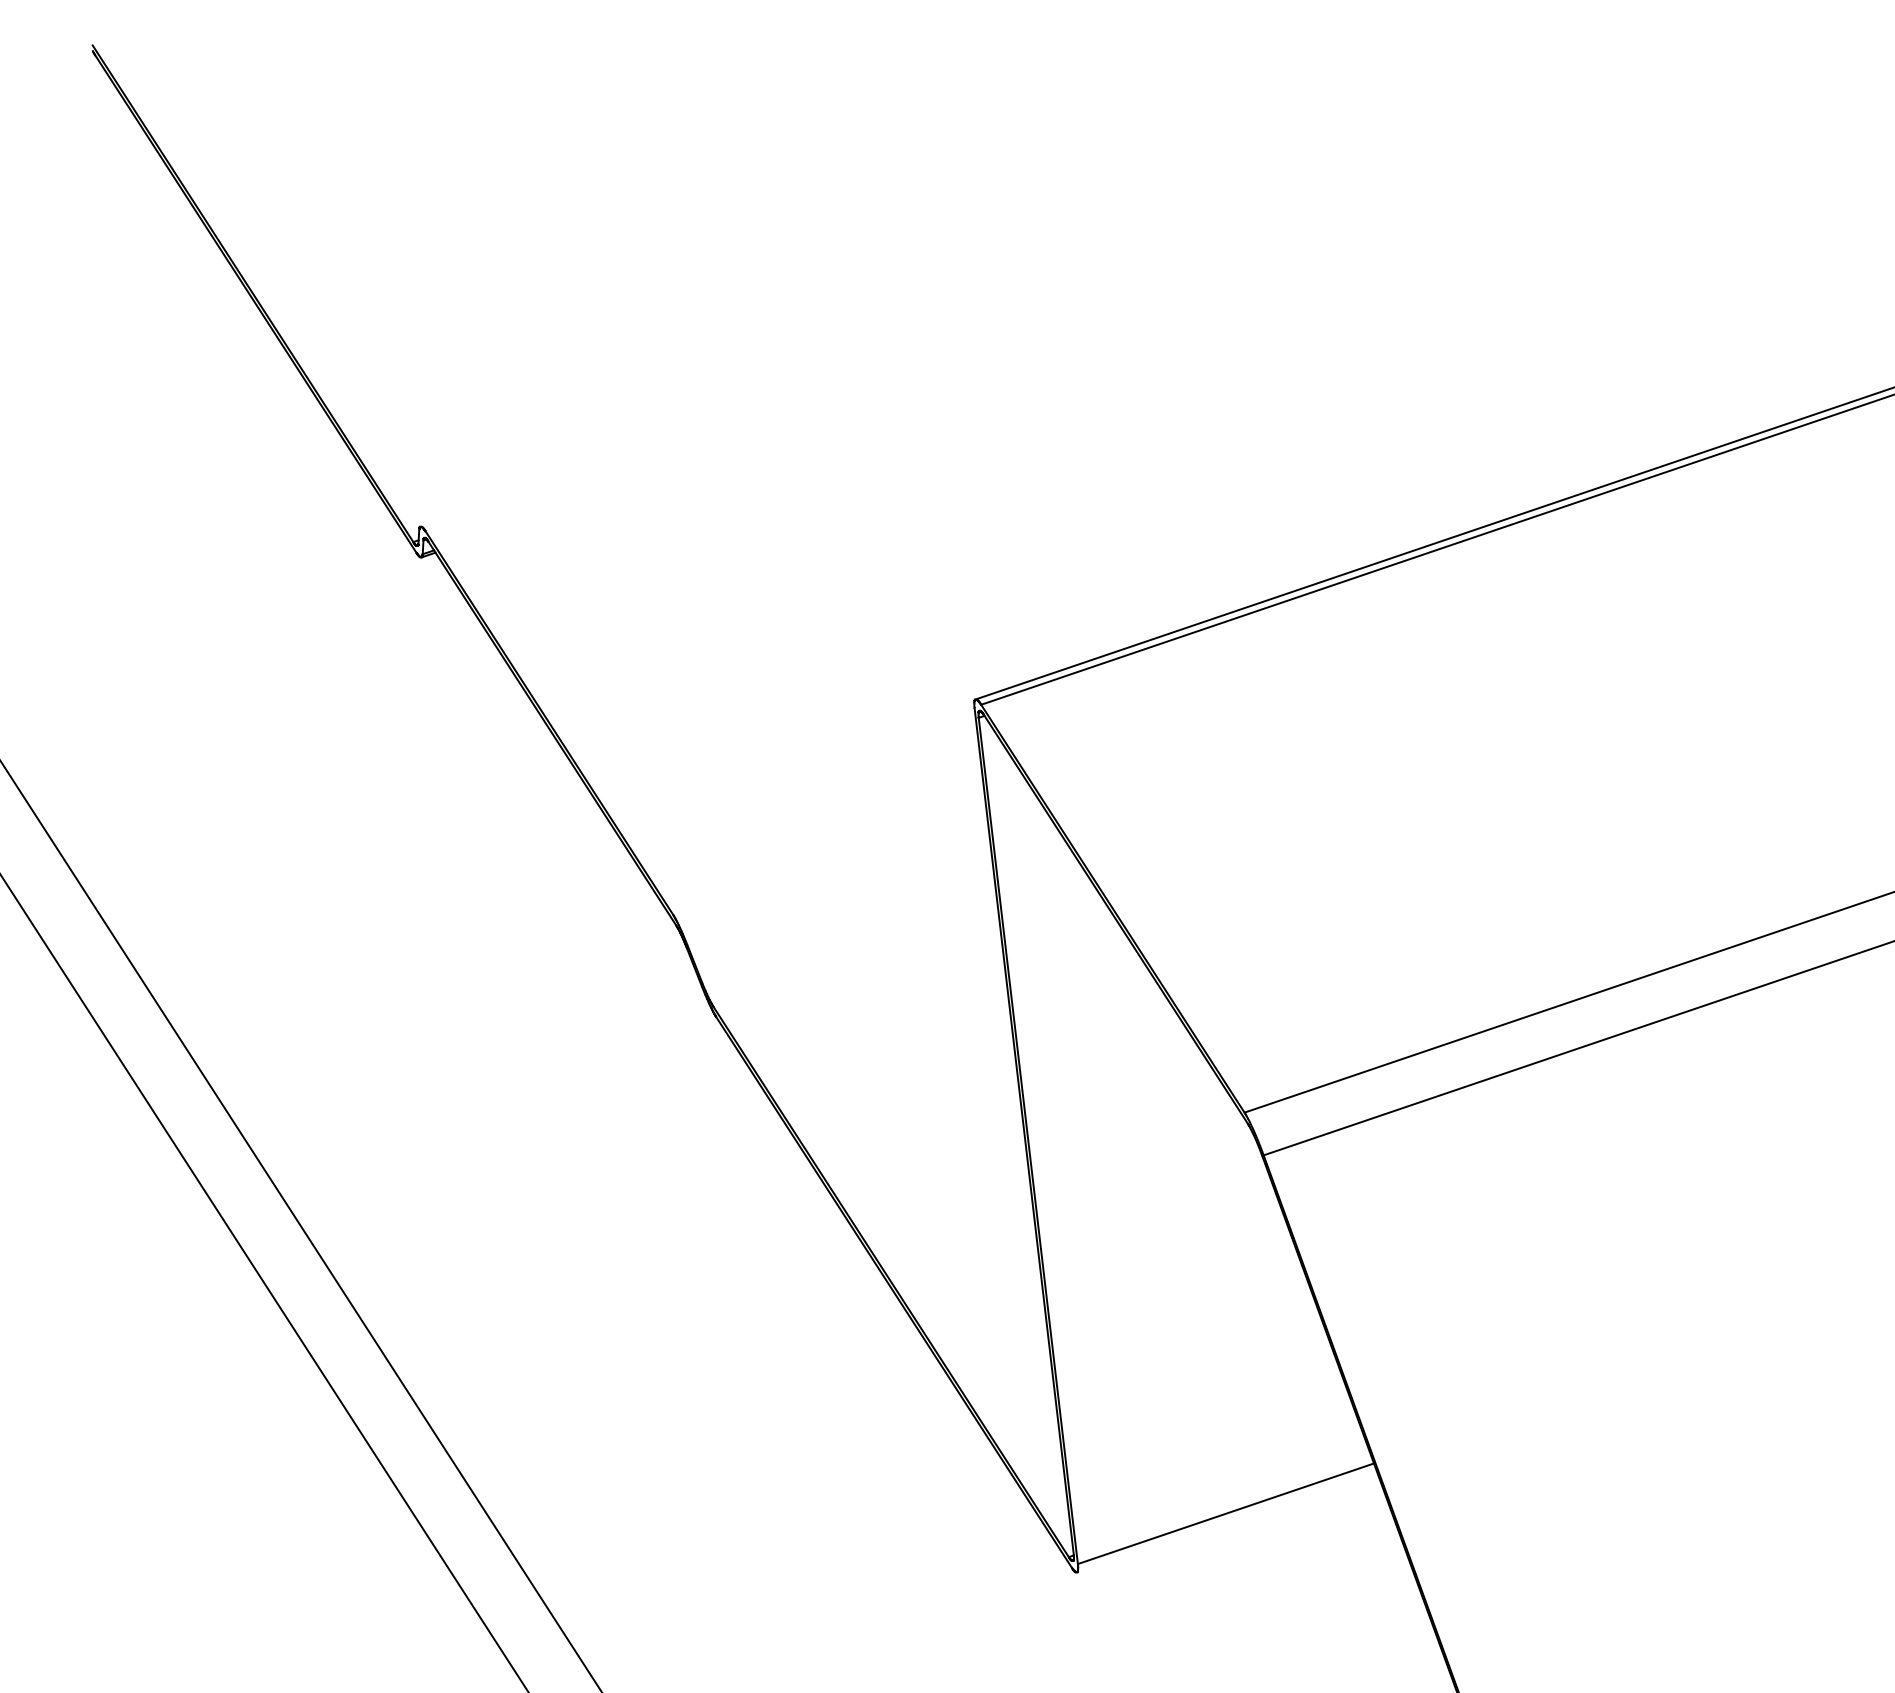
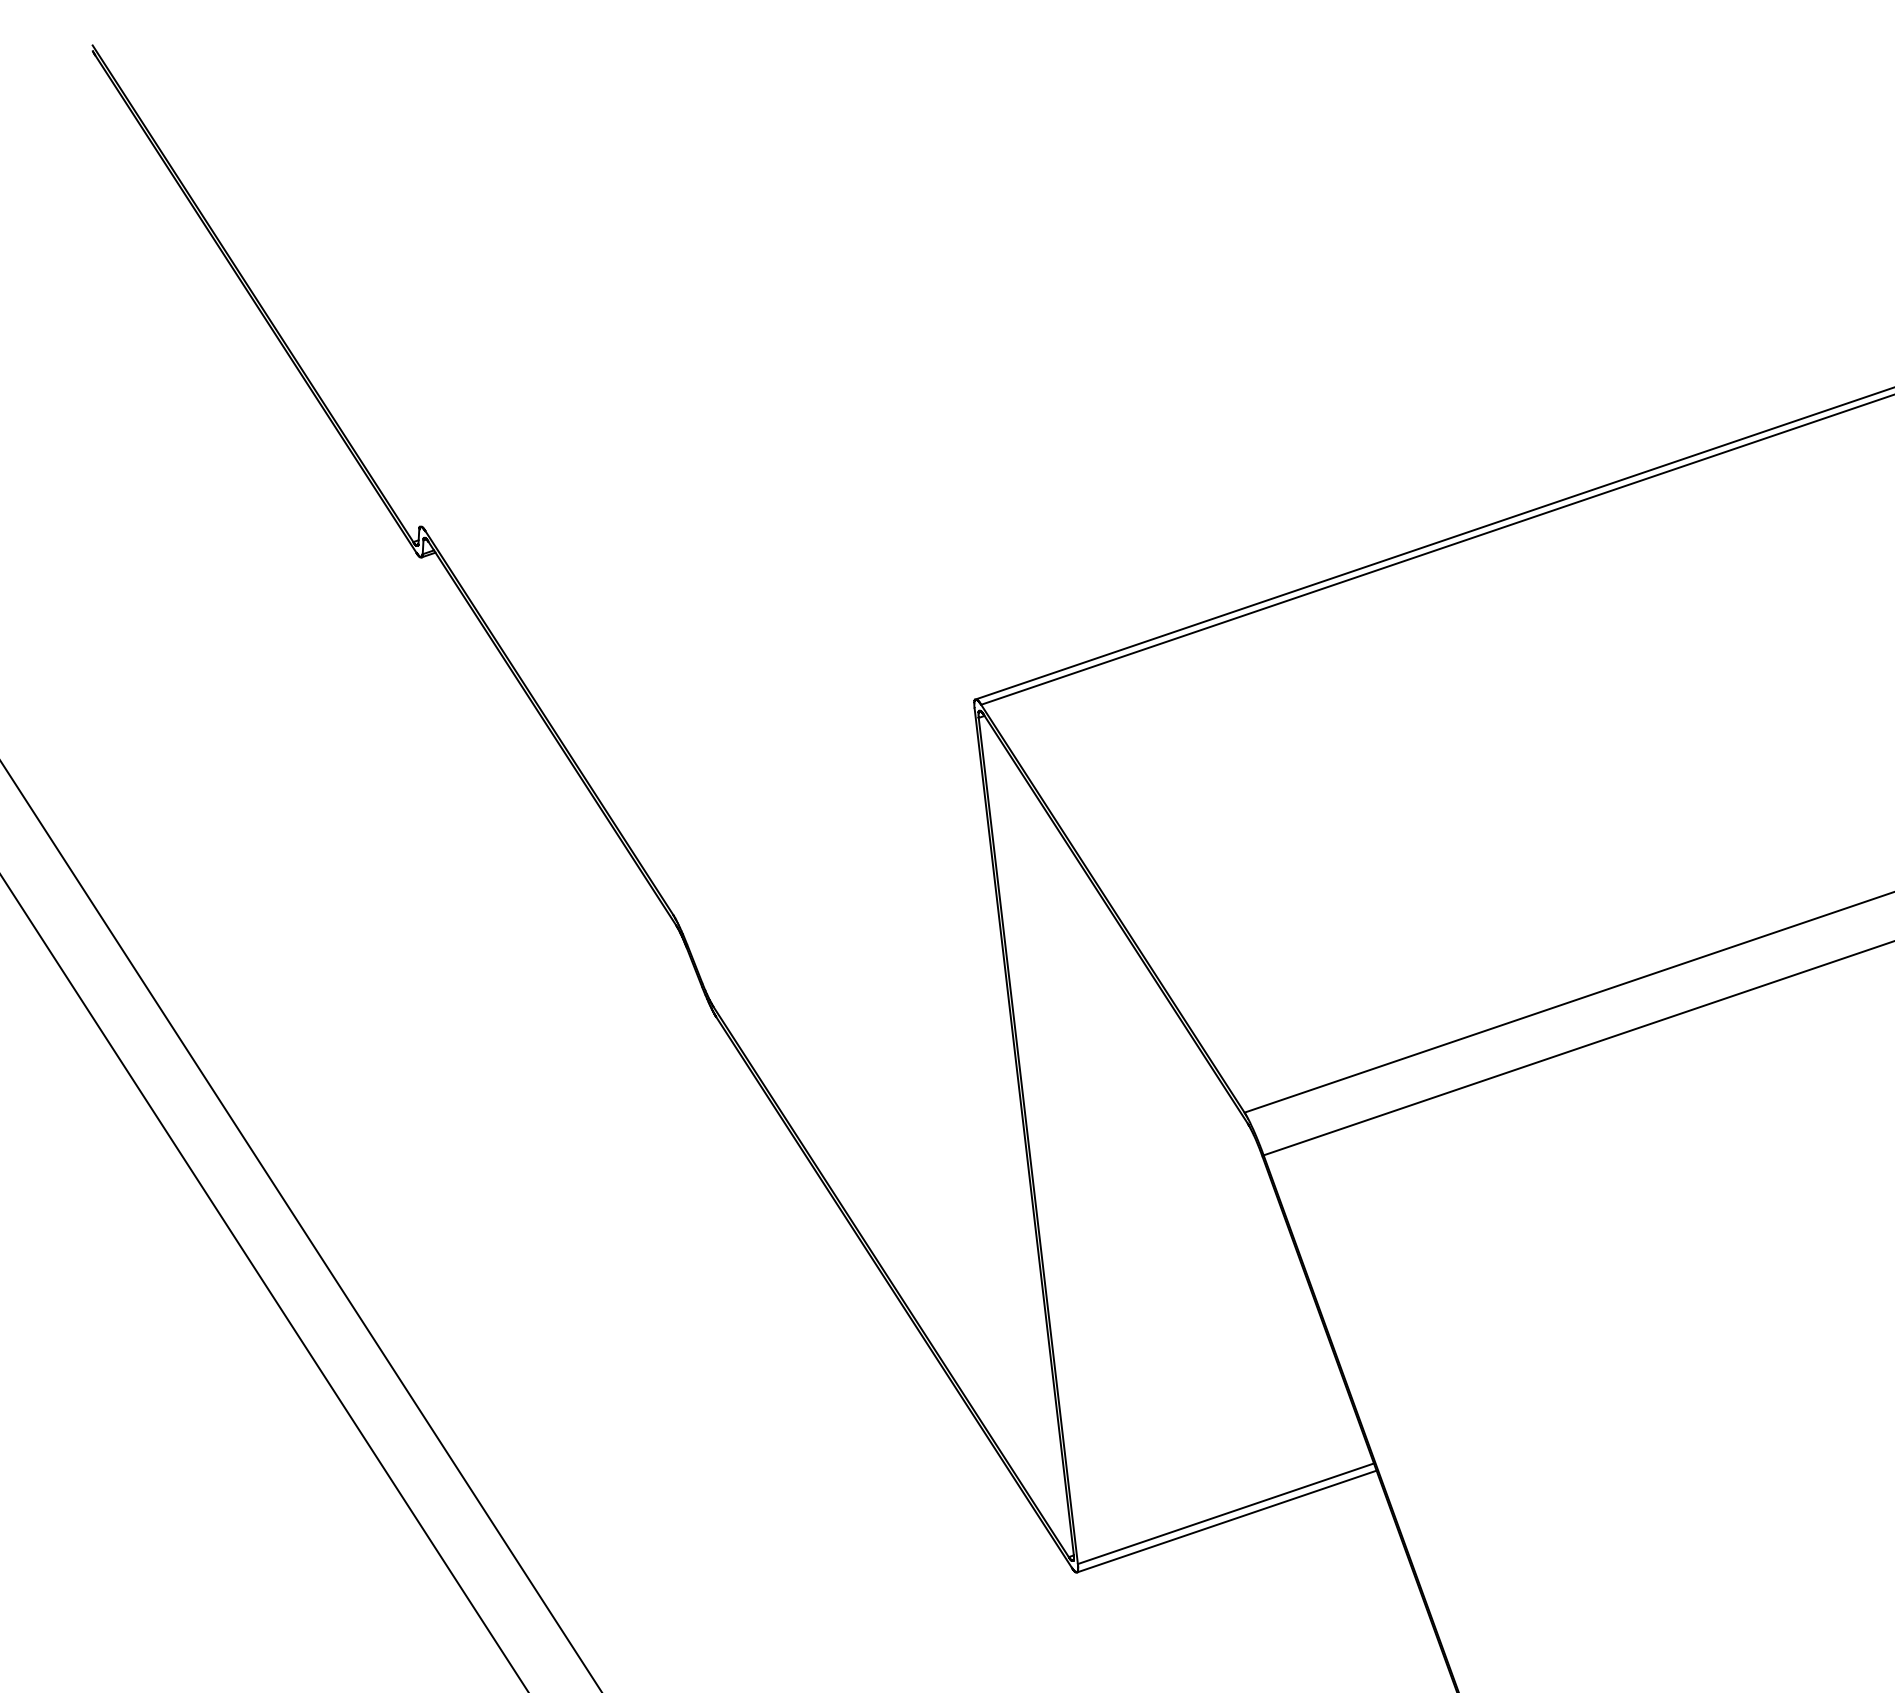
line at (1226, 1521): none -> present
